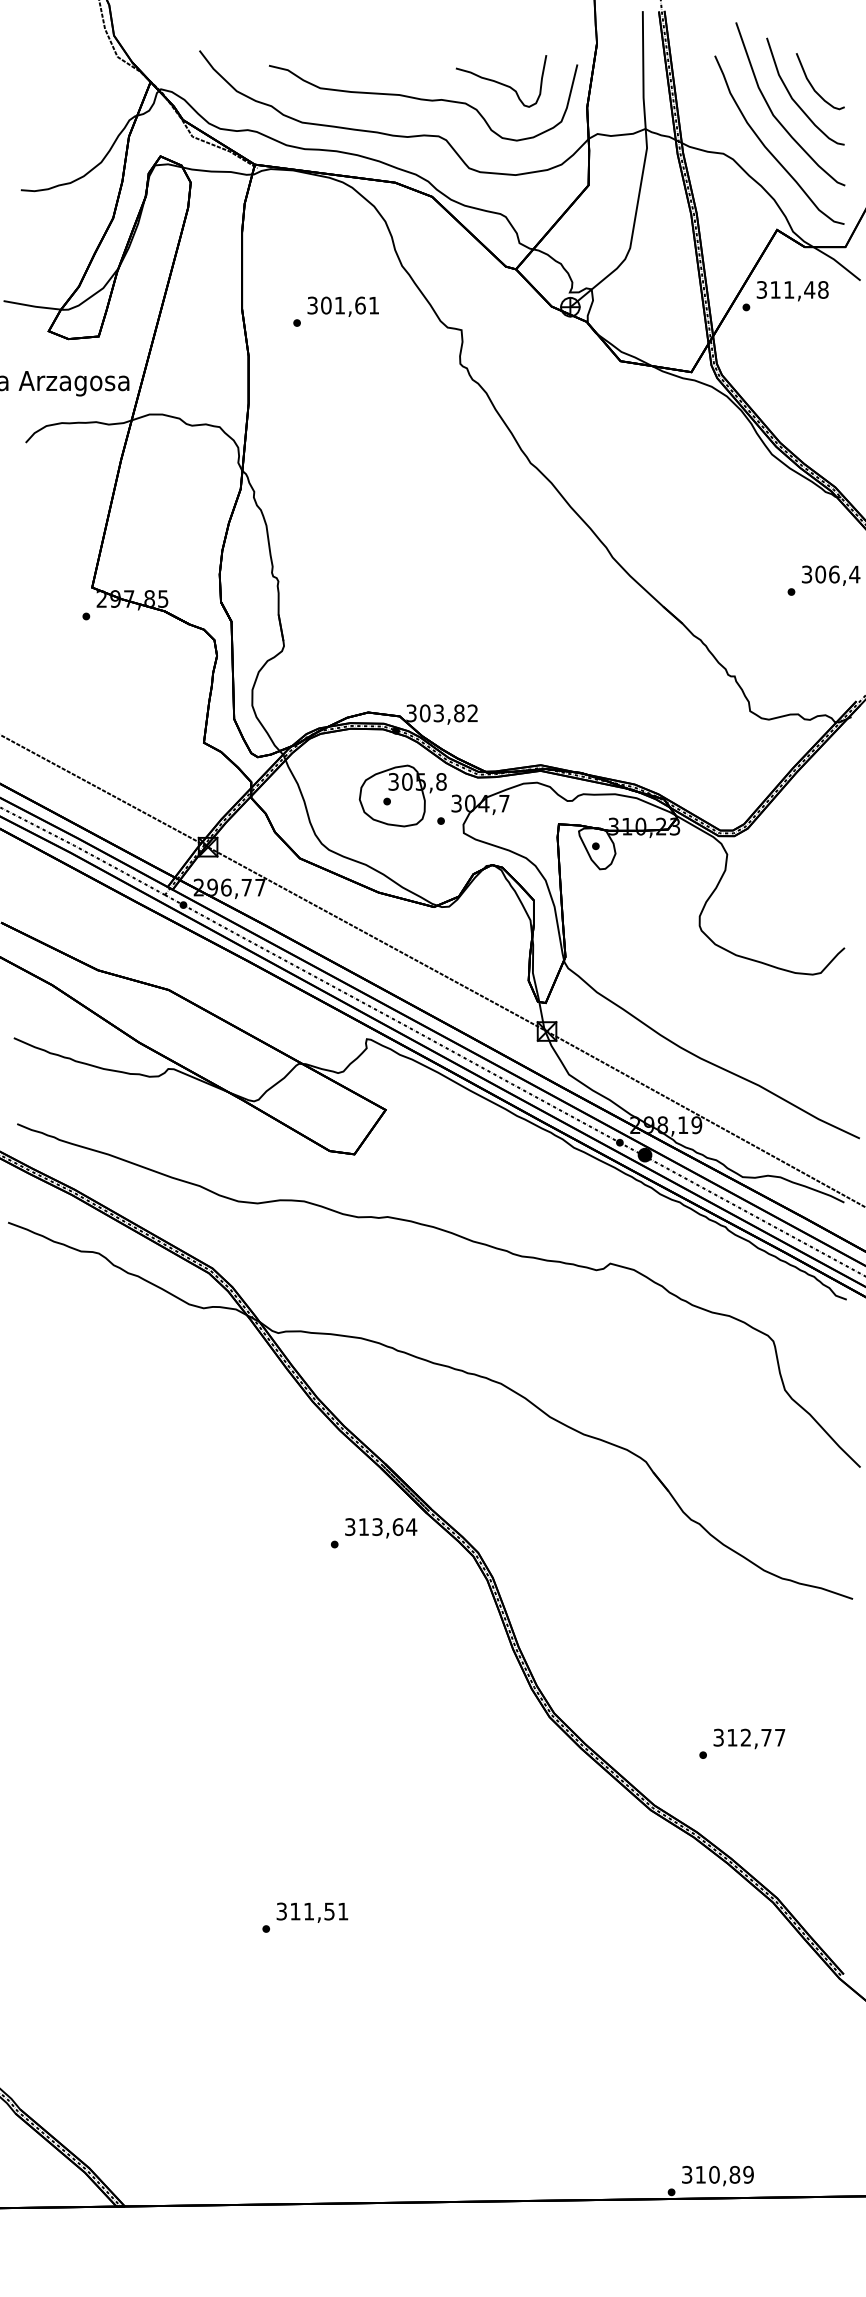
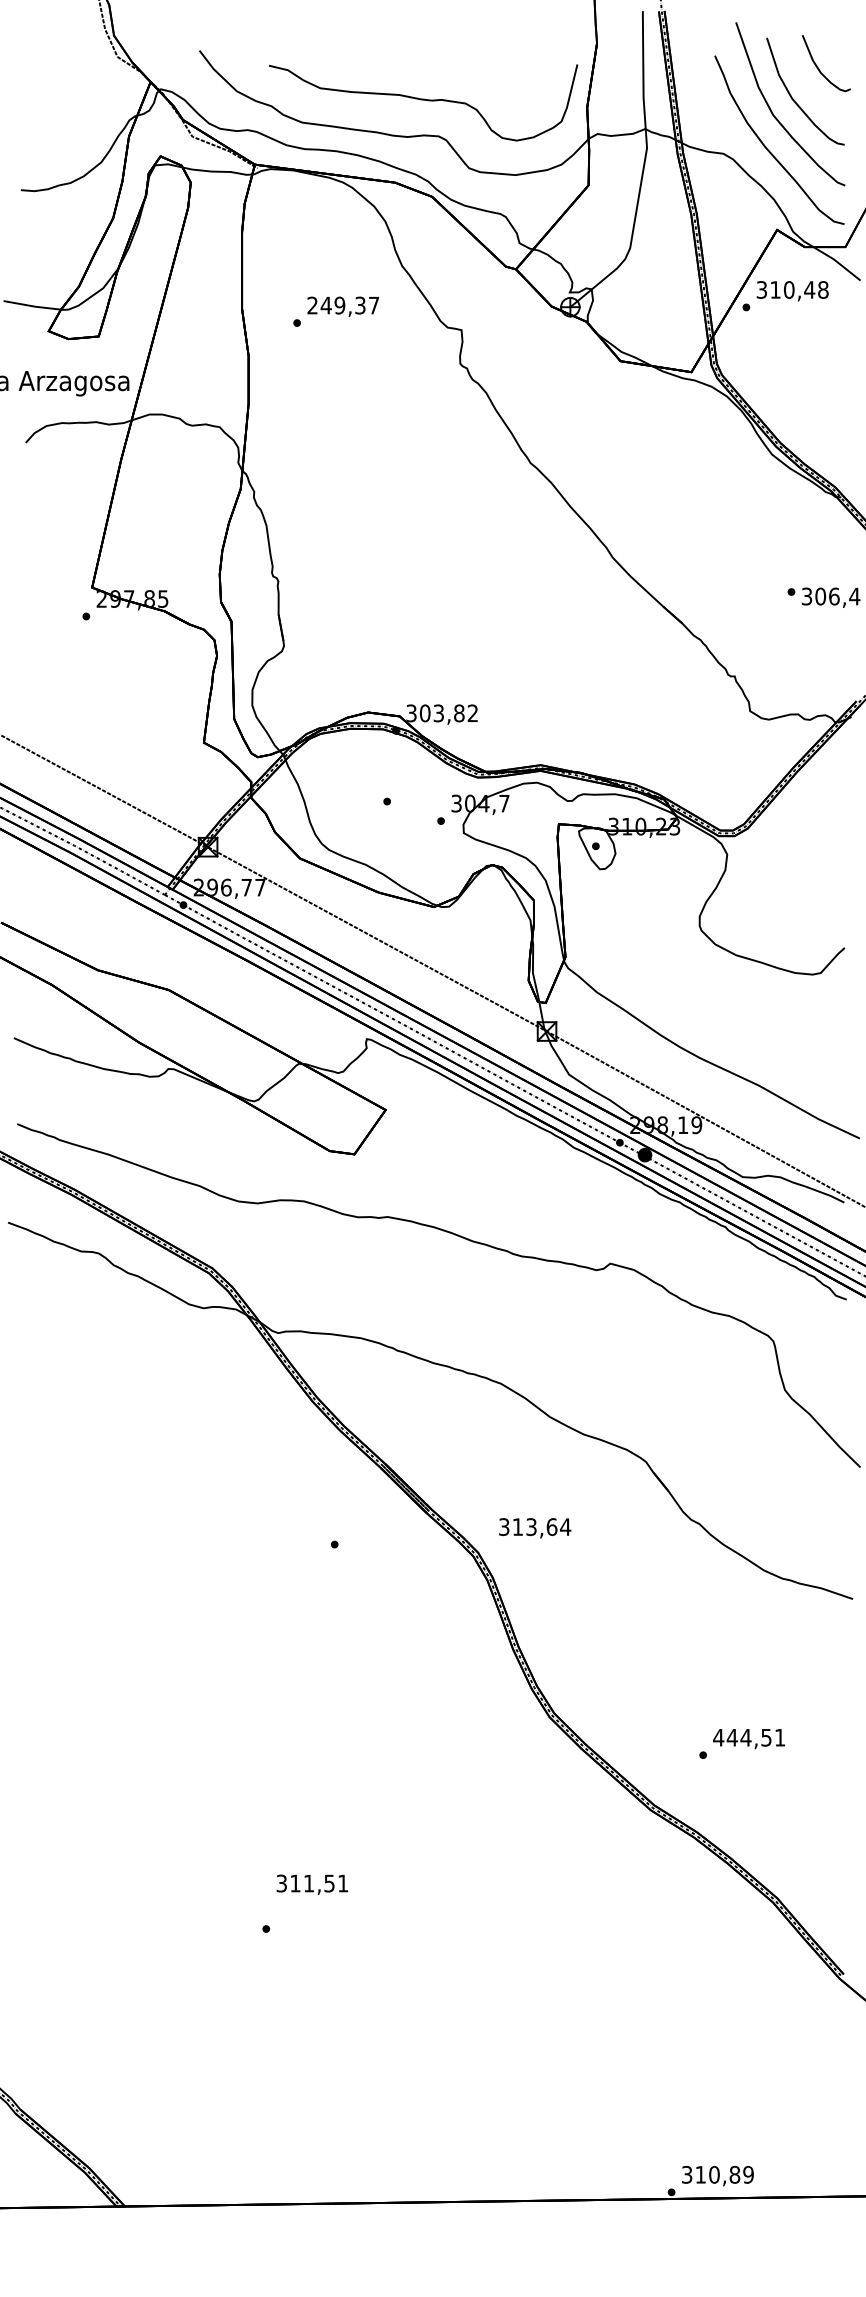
curve at (501, 82): present -> none
curve at (813, 86) position: (813, 86) -> (819, 68)
text at (789, 289): 311,48 -> 310,48
text at (343, 305): 301,61 -> 249,37
text at (831, 575) position: (831, 575) -> (831, 597)
part at (402, 795): present -> none
text at (381, 1528) position: (381, 1528) -> (535, 1528)
text at (749, 1737): 312,77 -> 444,51
text at (312, 1912) position: (312, 1912) -> (312, 1884)
